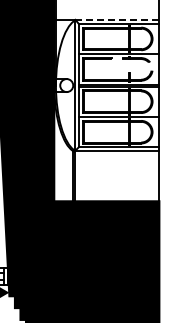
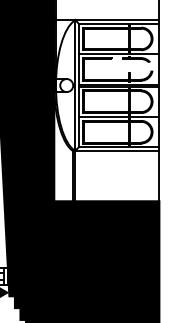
line at (116, 19): dashed -> solid
